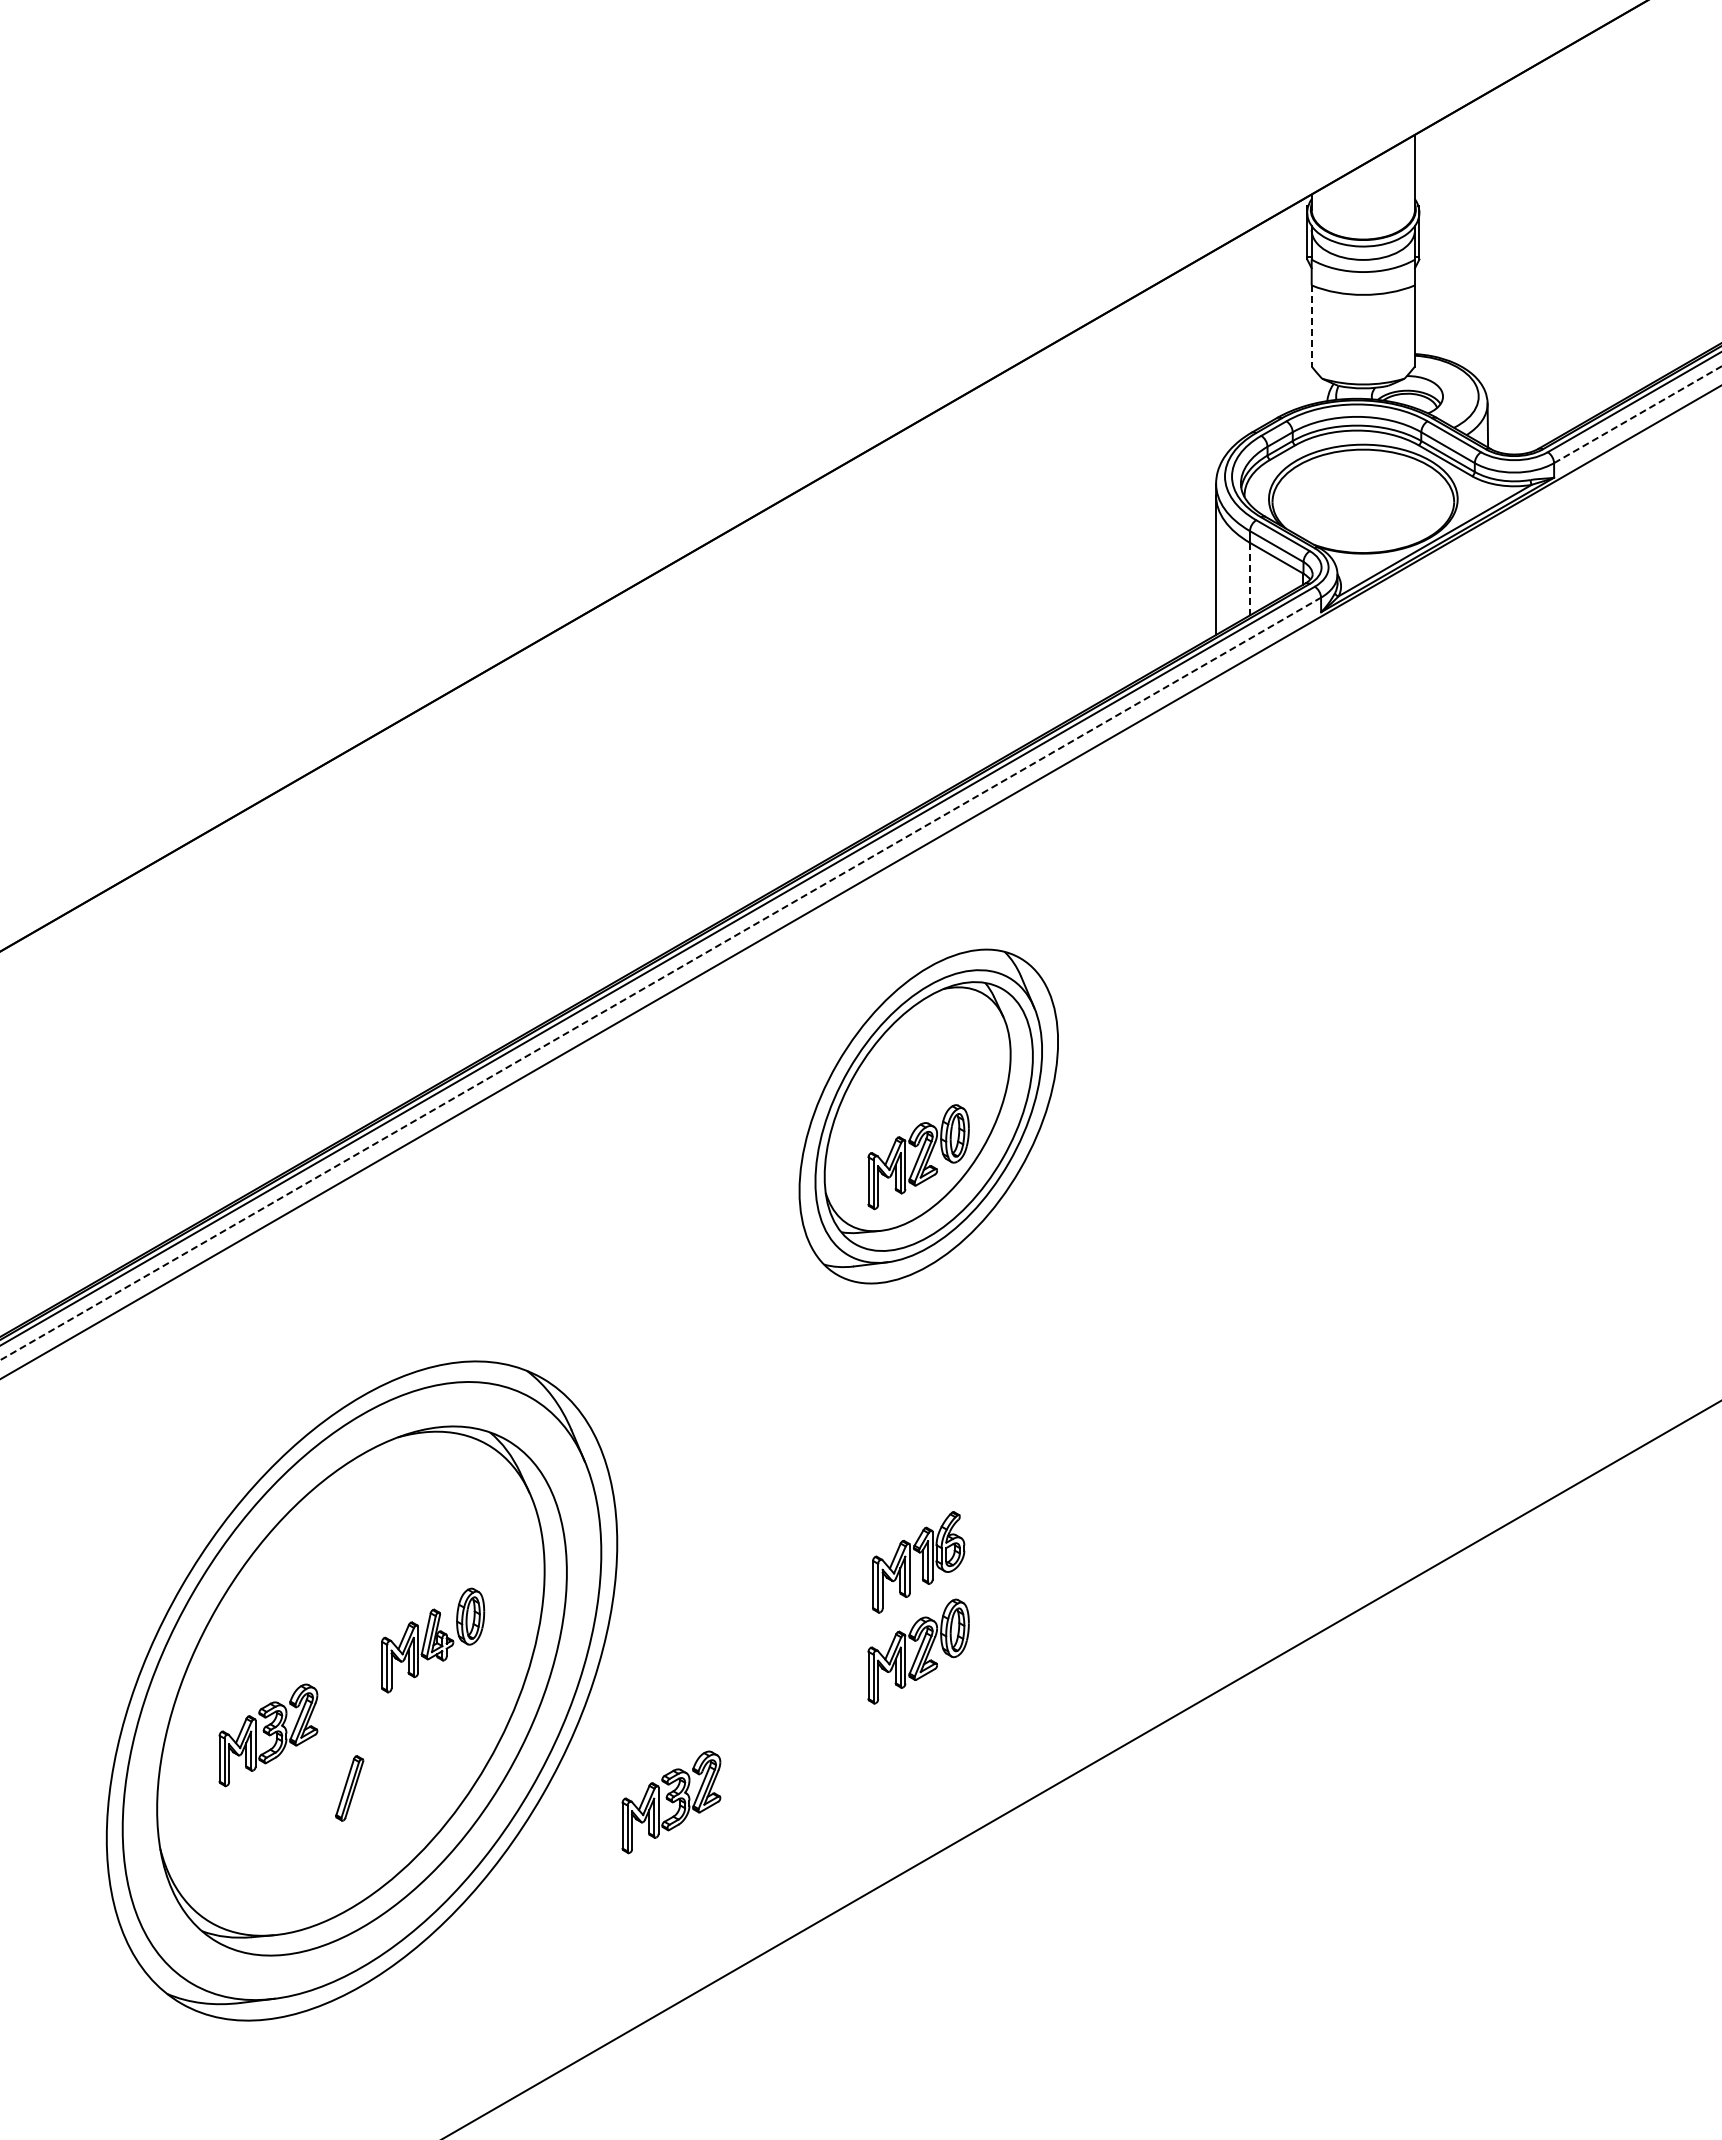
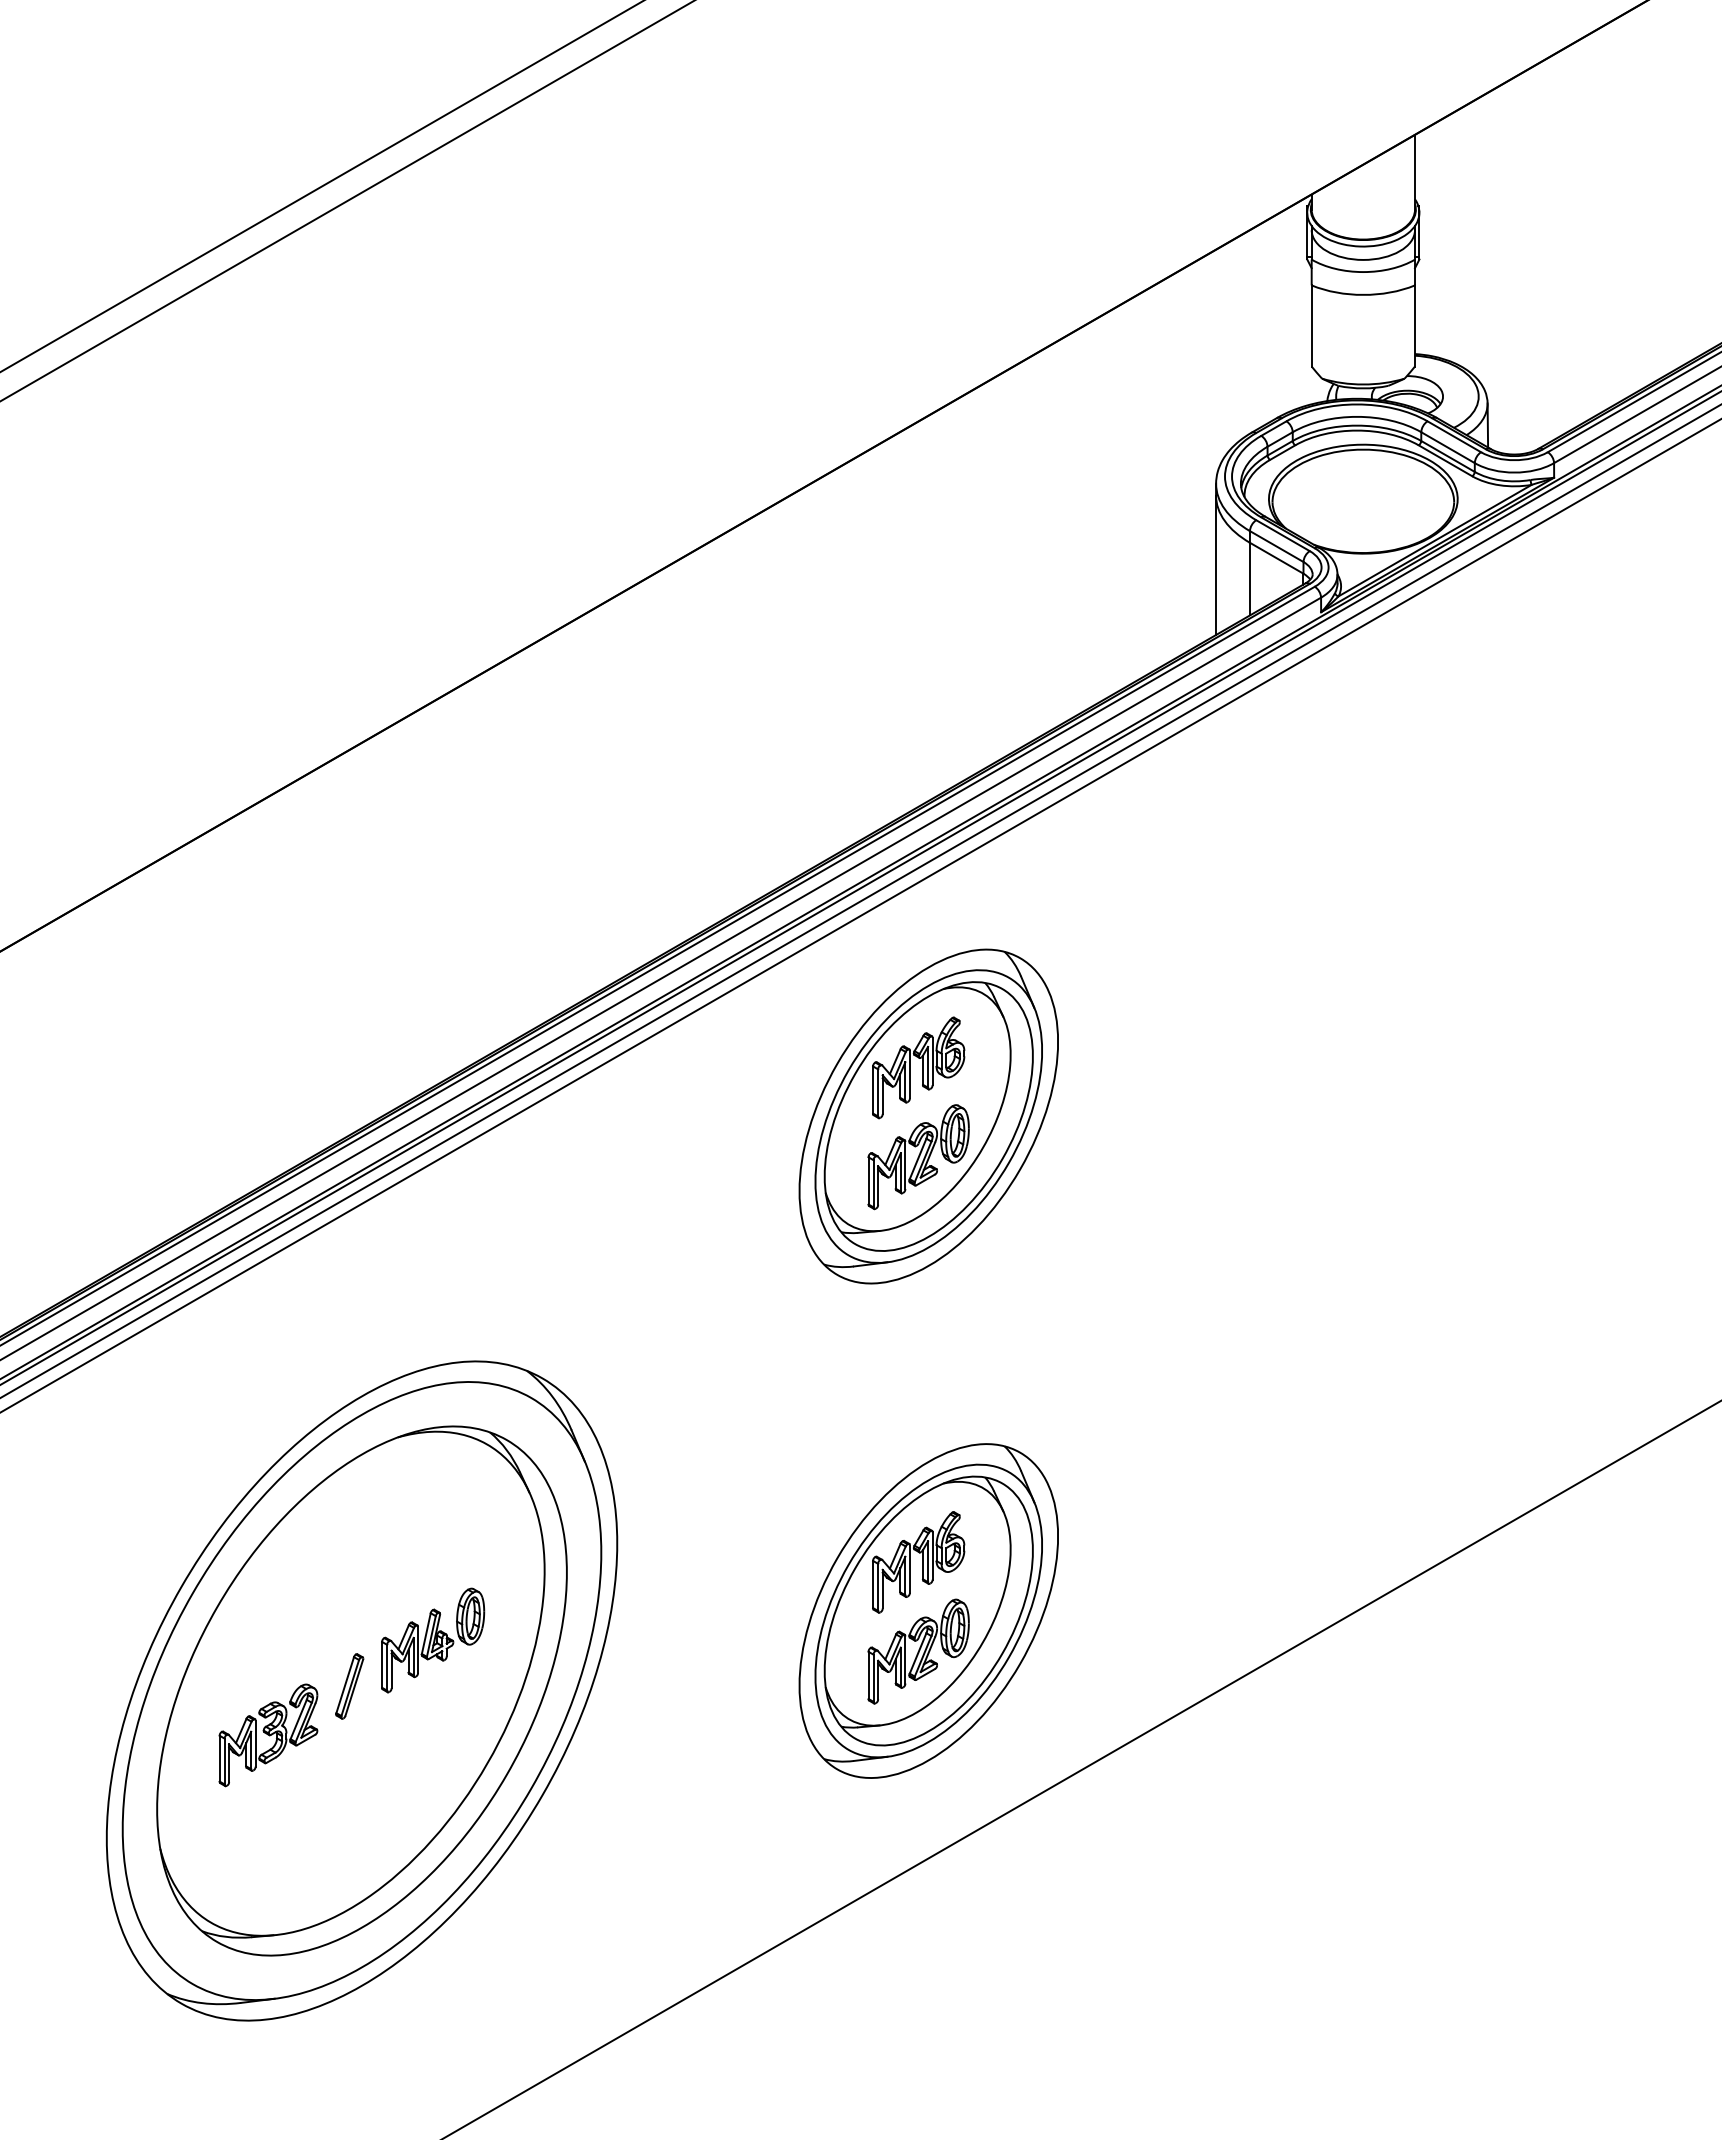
line at (321, 186): none -> present
line at (346, 201): none -> present
line at (1311, 325): dashed -> solid
line at (1638, 414): dashed -> solid
line at (1249, 579): dashed -> solid
line at (860, 888): none -> present
line at (860, 901): none -> present
line at (860, 915): none -> present
line at (661, 978): dashed -> solid
part at (918, 1067): none -> present
part at (928, 1610): none -> present
part at (349, 1788) position: (349, 1788) -> (349, 1686)
part at (671, 1802): present -> none
